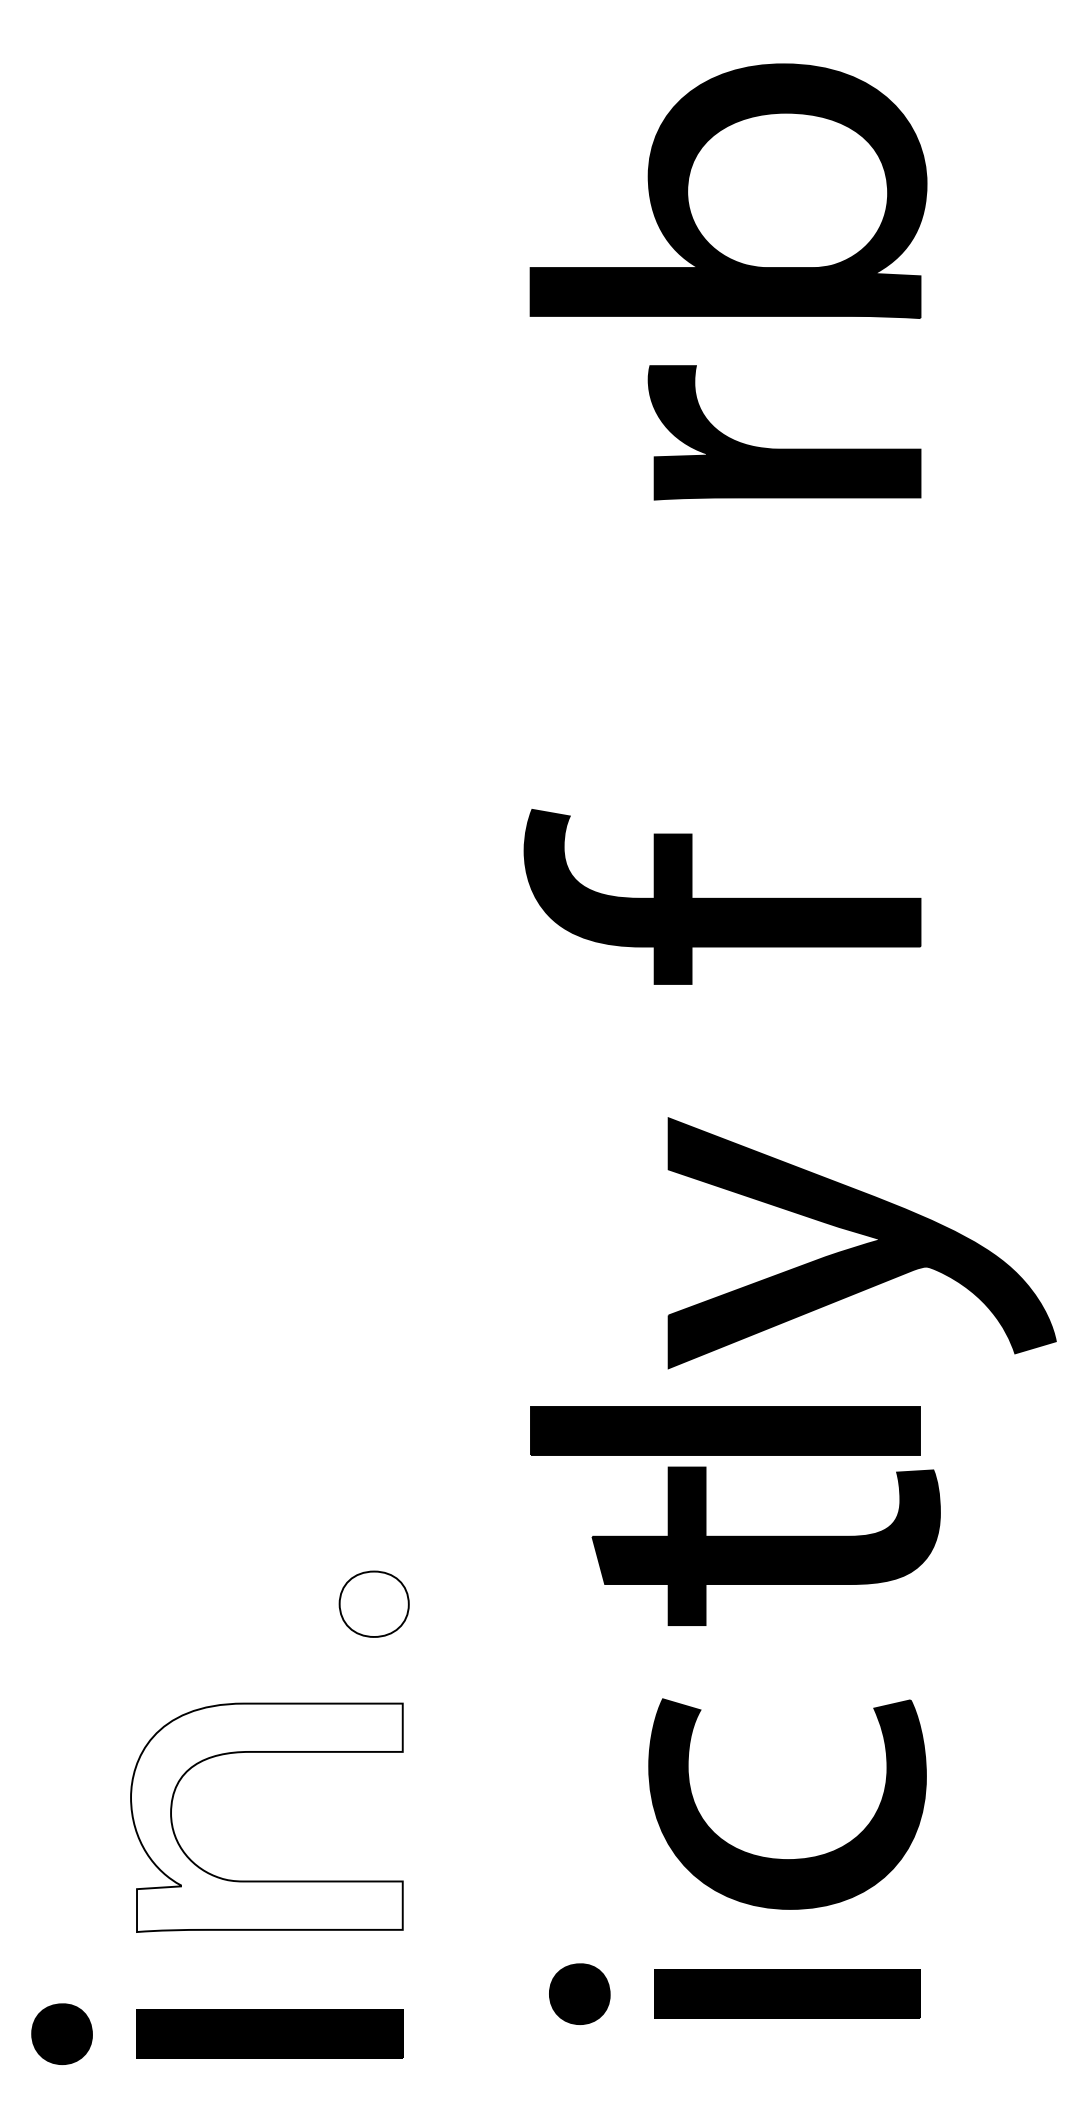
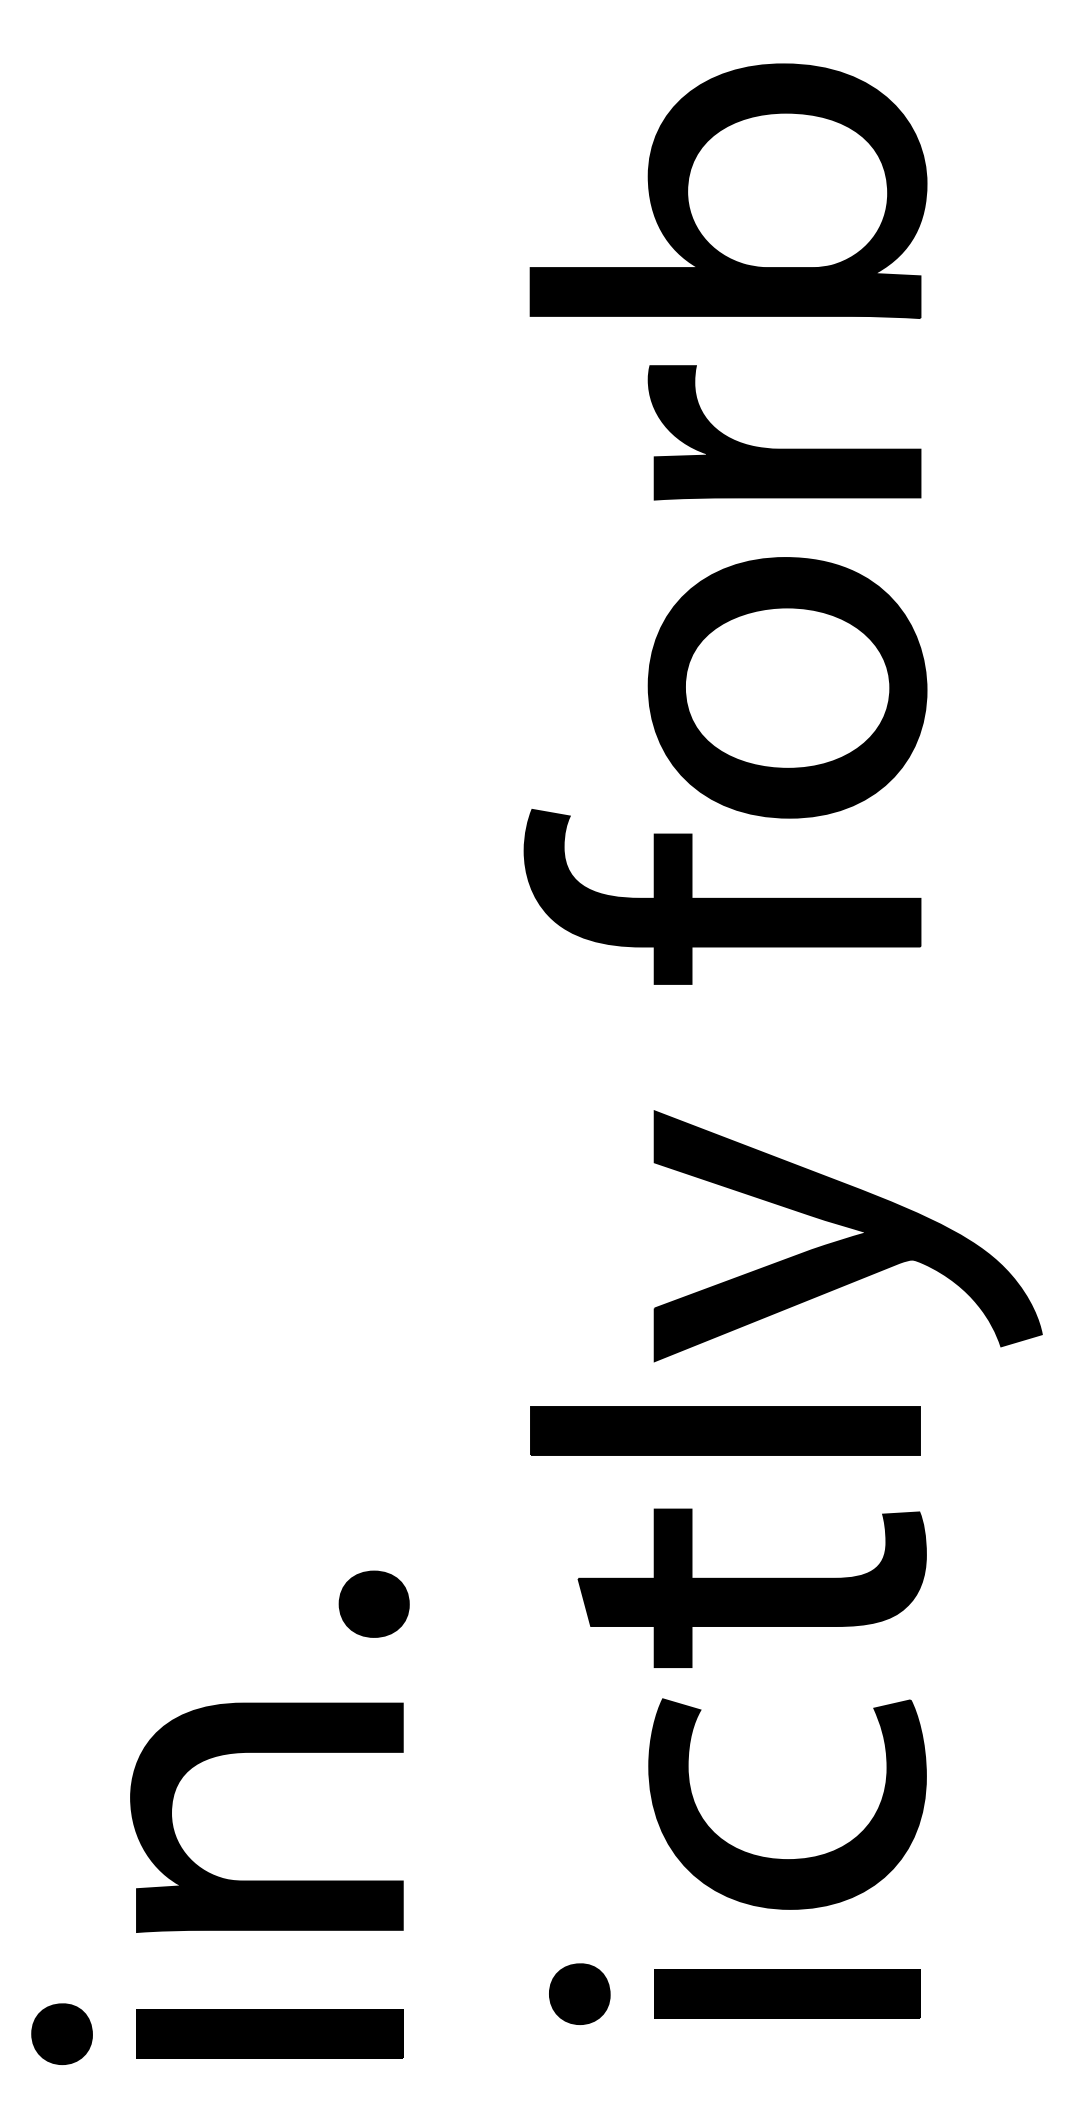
part at (787, 687): none -> present
part at (861, 1243) position: (861, 1243) -> (847, 1236)
part at (765, 1545) position: (765, 1545) -> (751, 1587)
fill at (373, 1603): none -> present
fill at (266, 1817): none -> present
